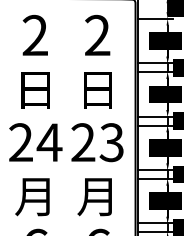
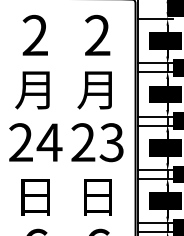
text at (32, 90): 日 -> 月
text at (94, 90): 日 -> 月
text at (32, 197): 月 -> 日
text at (94, 197): 月 -> 日
